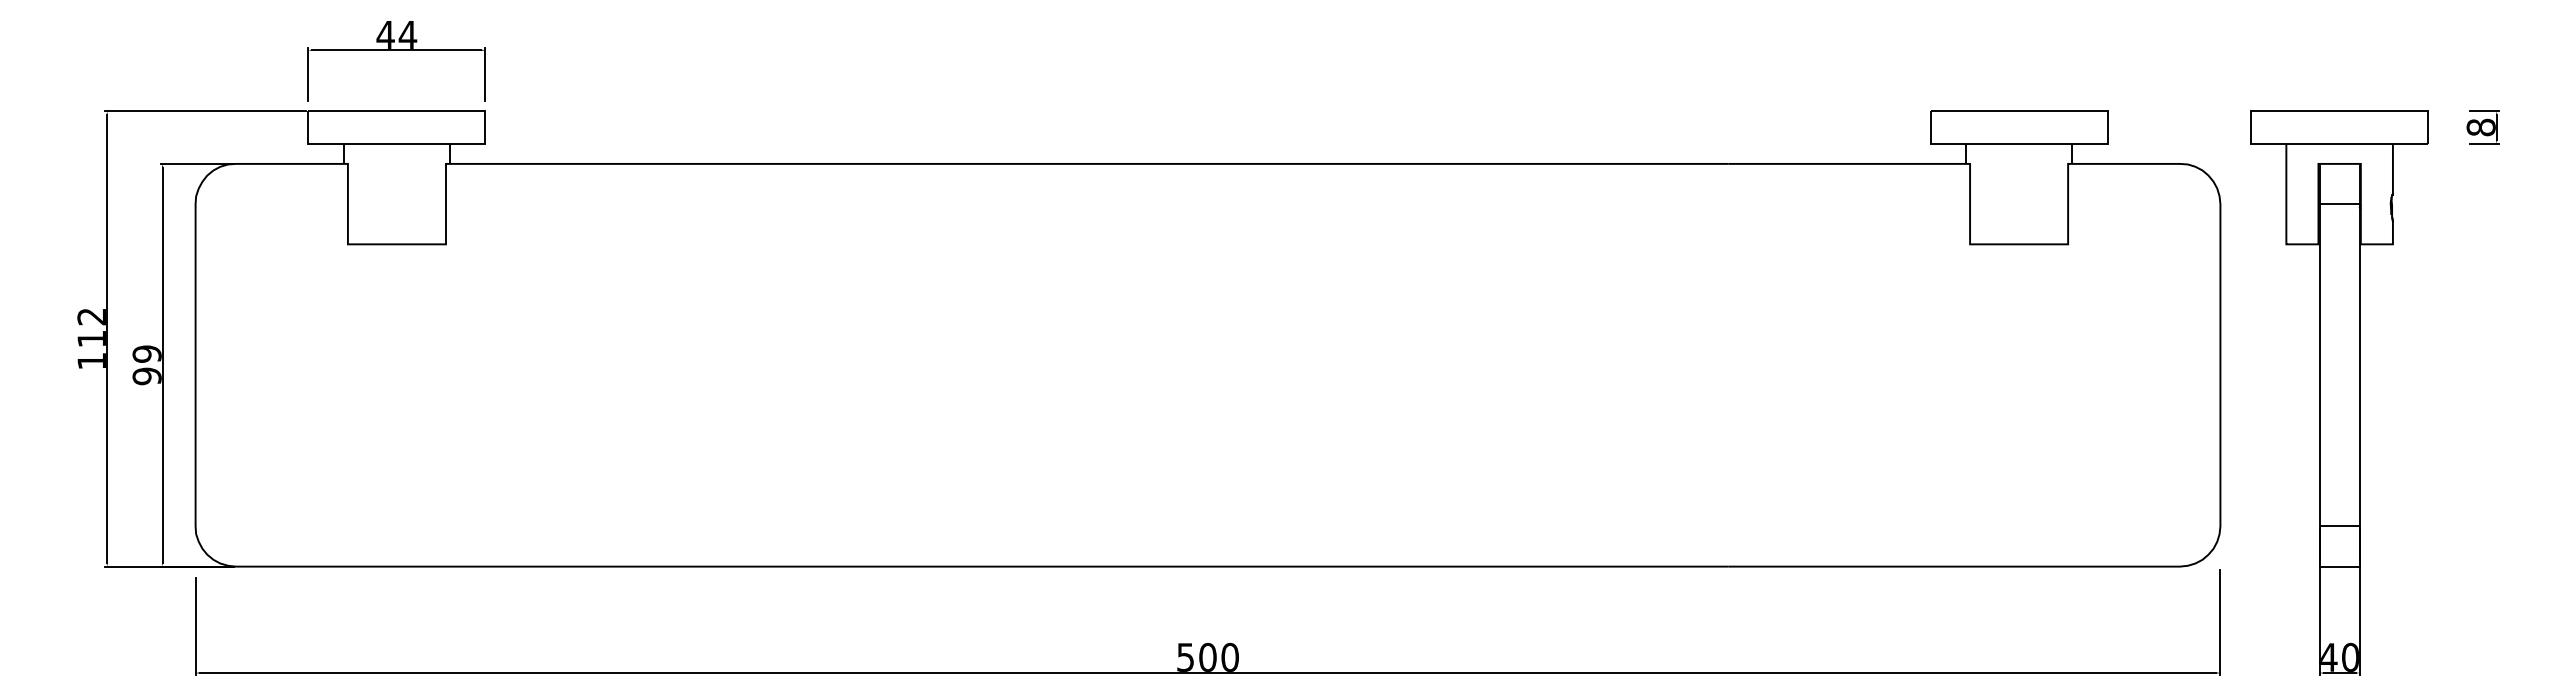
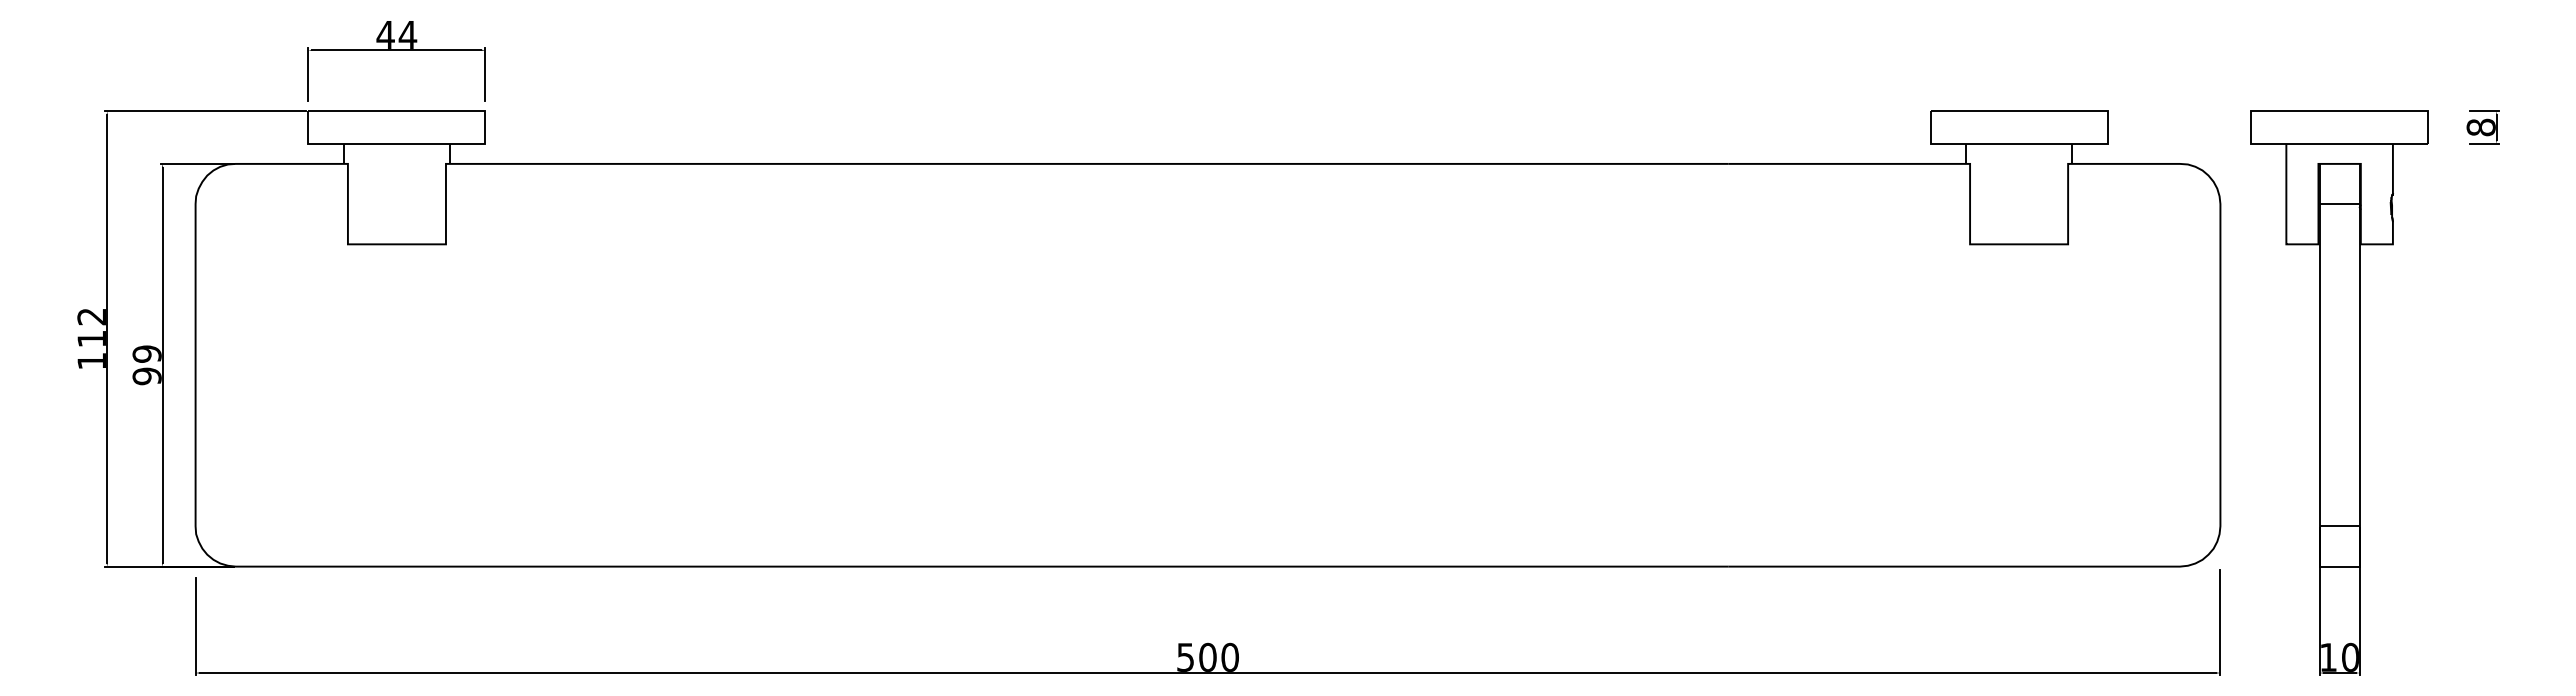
text at (2329, 657): 40 -> 10
